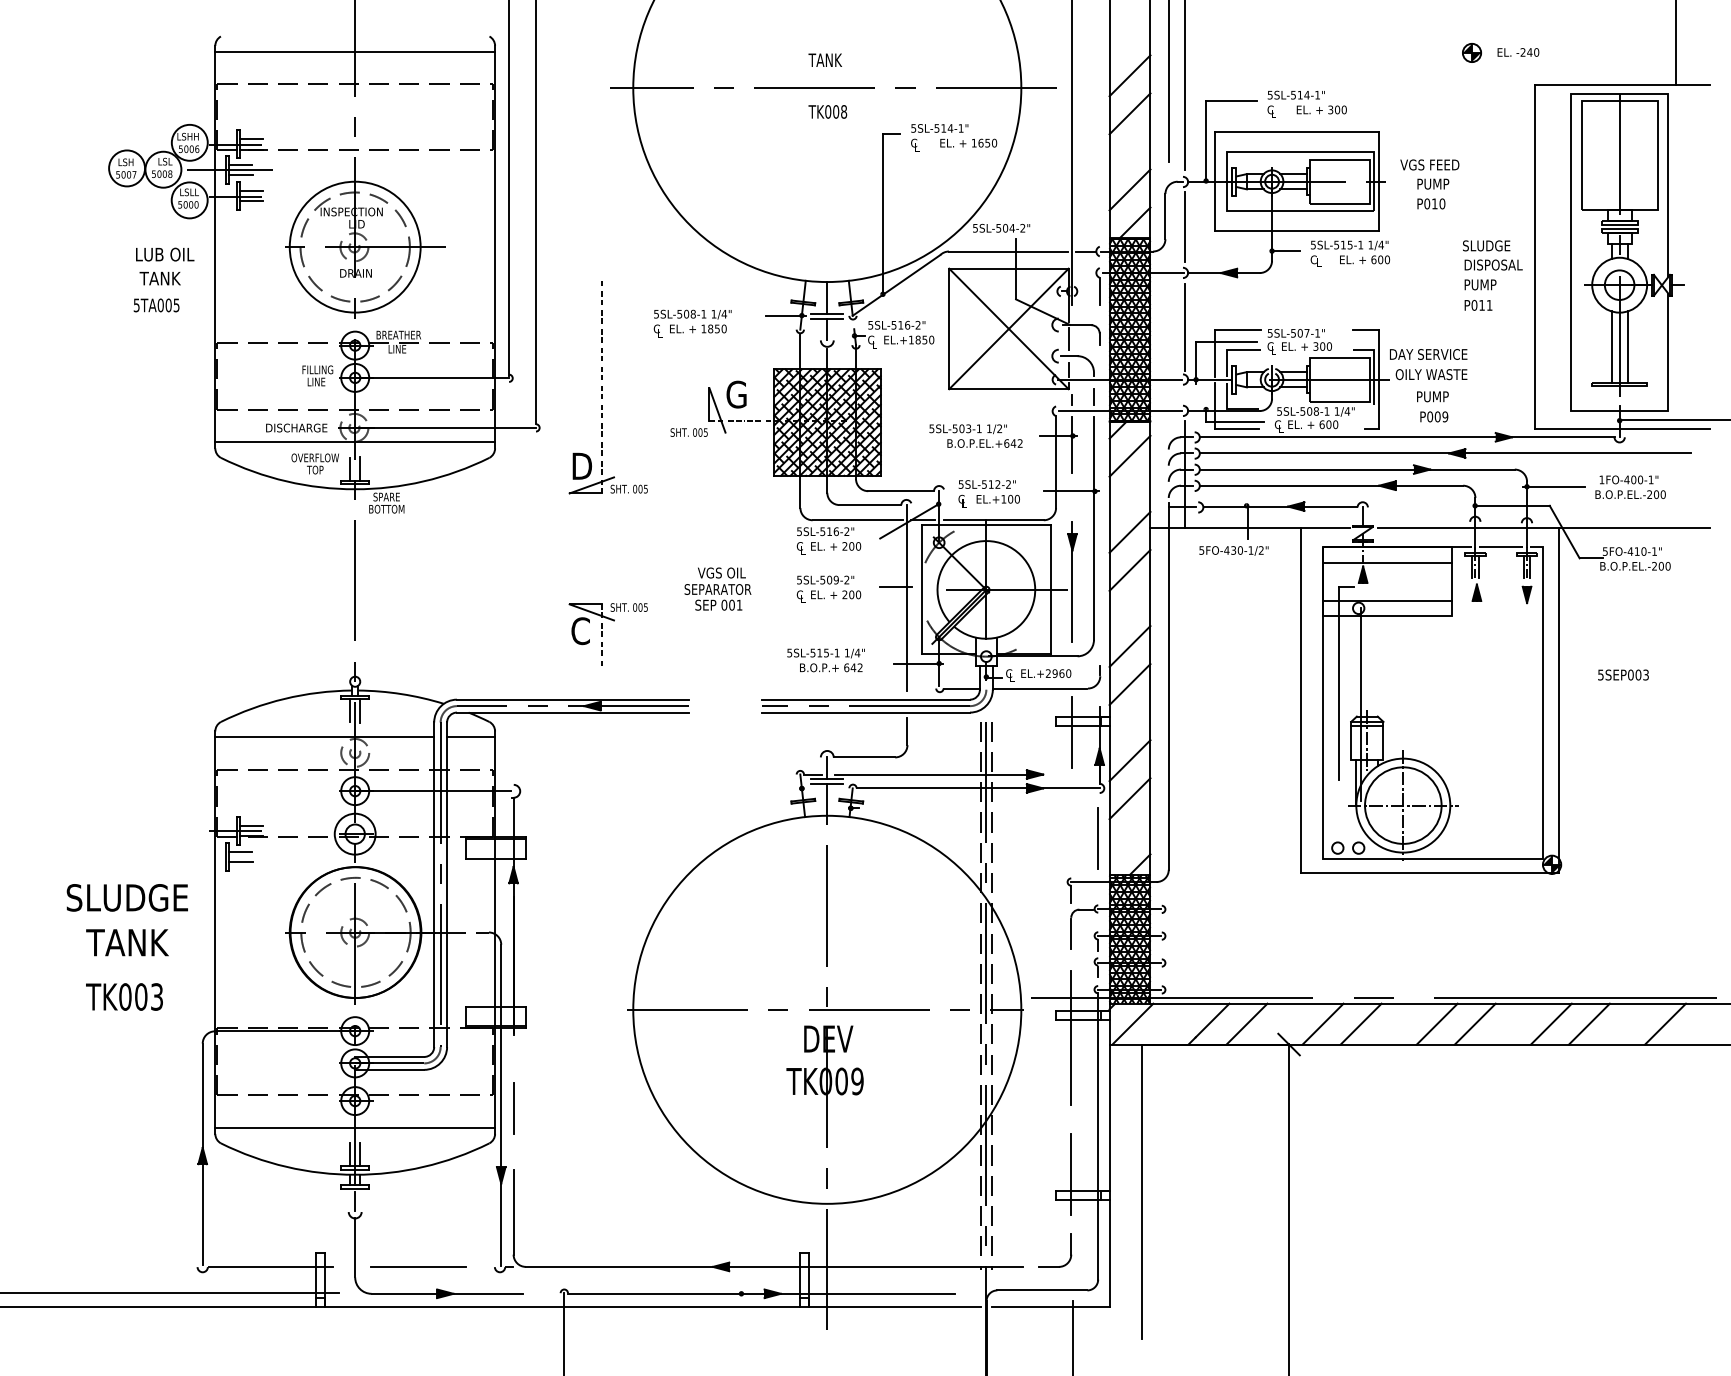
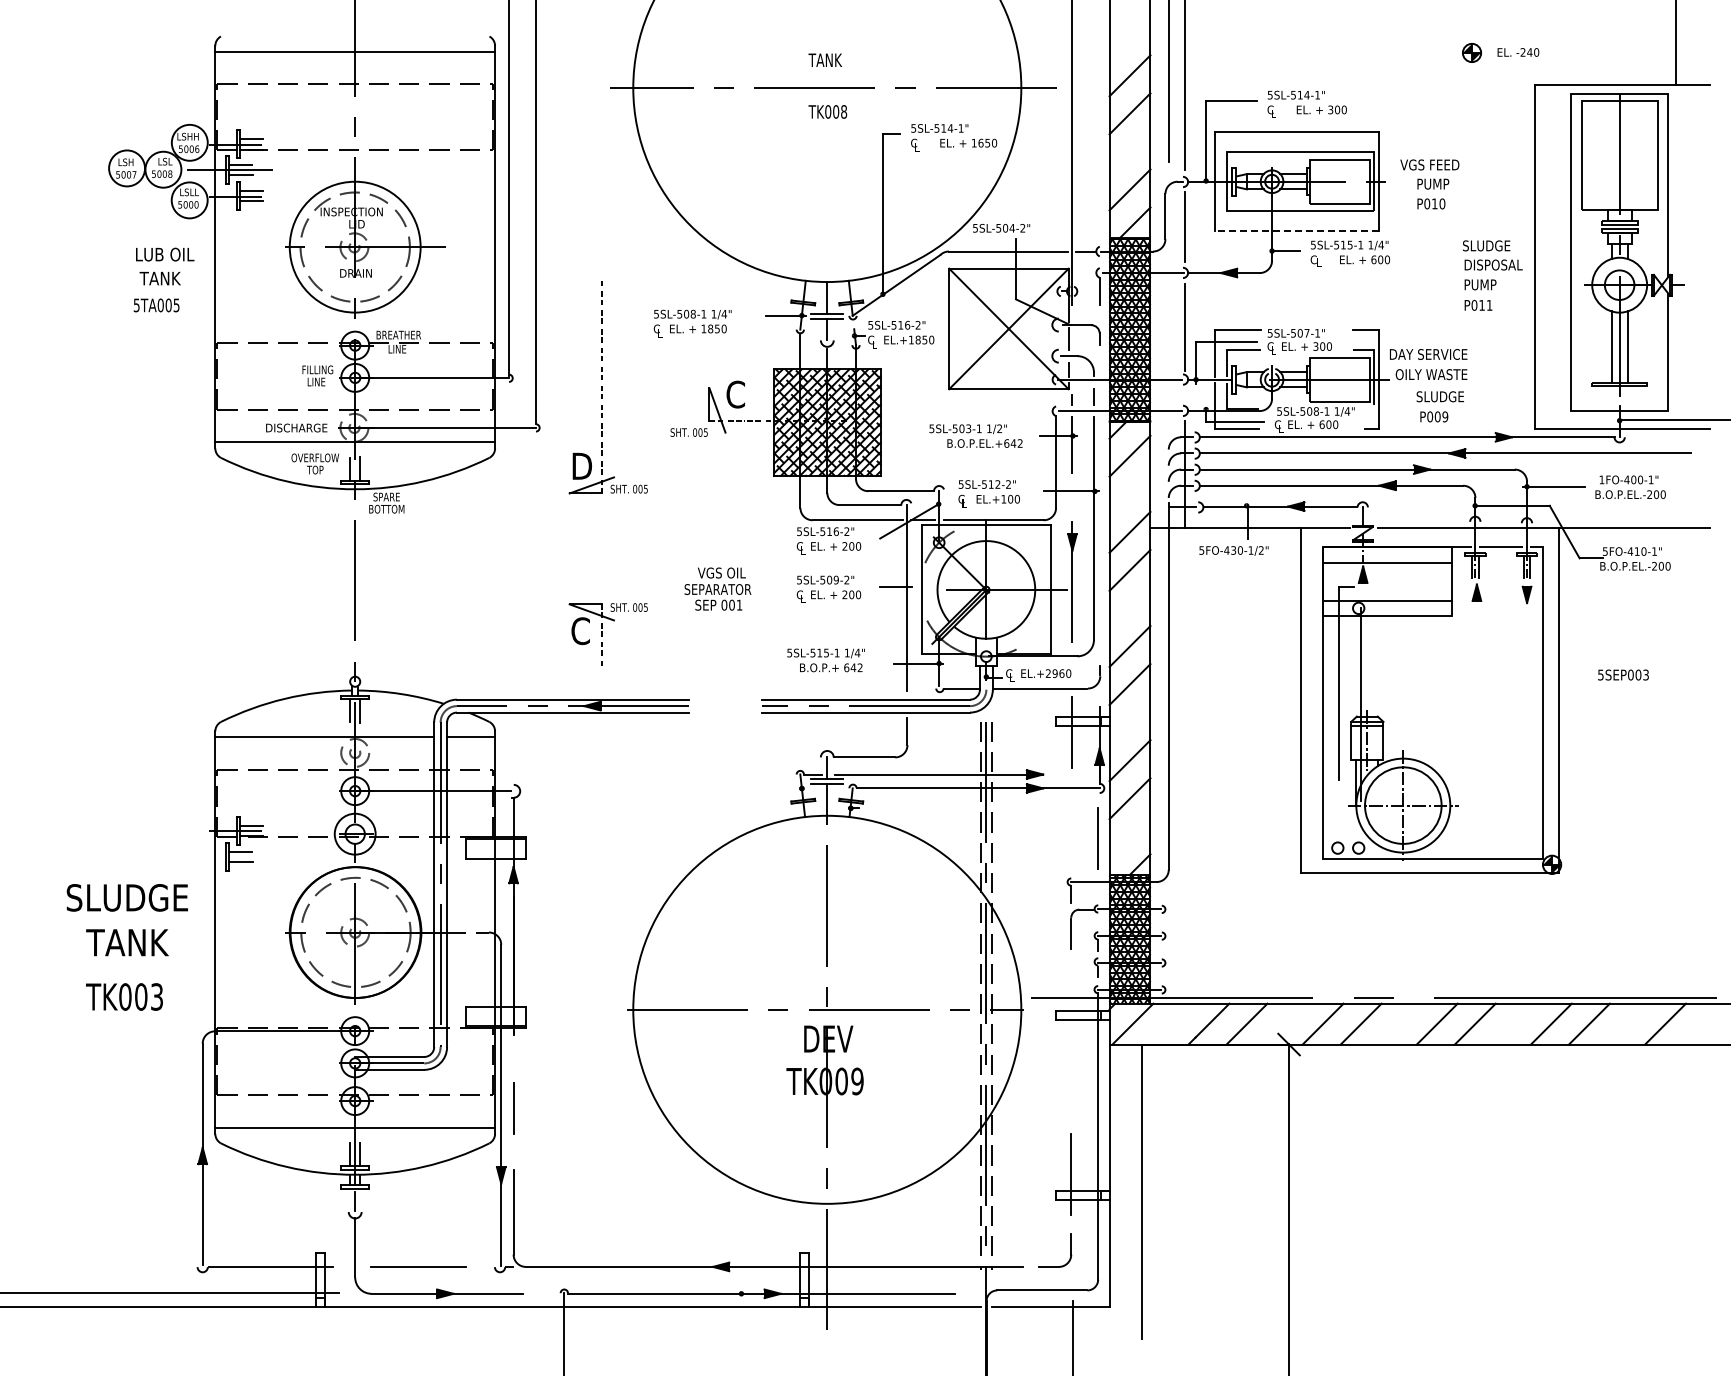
line at (1296, 231): solid -> dashed
text at (736, 394): G -> C
text at (1440, 396): PUMP -> SLUDGE
line at (1071, 1037): present -> none
